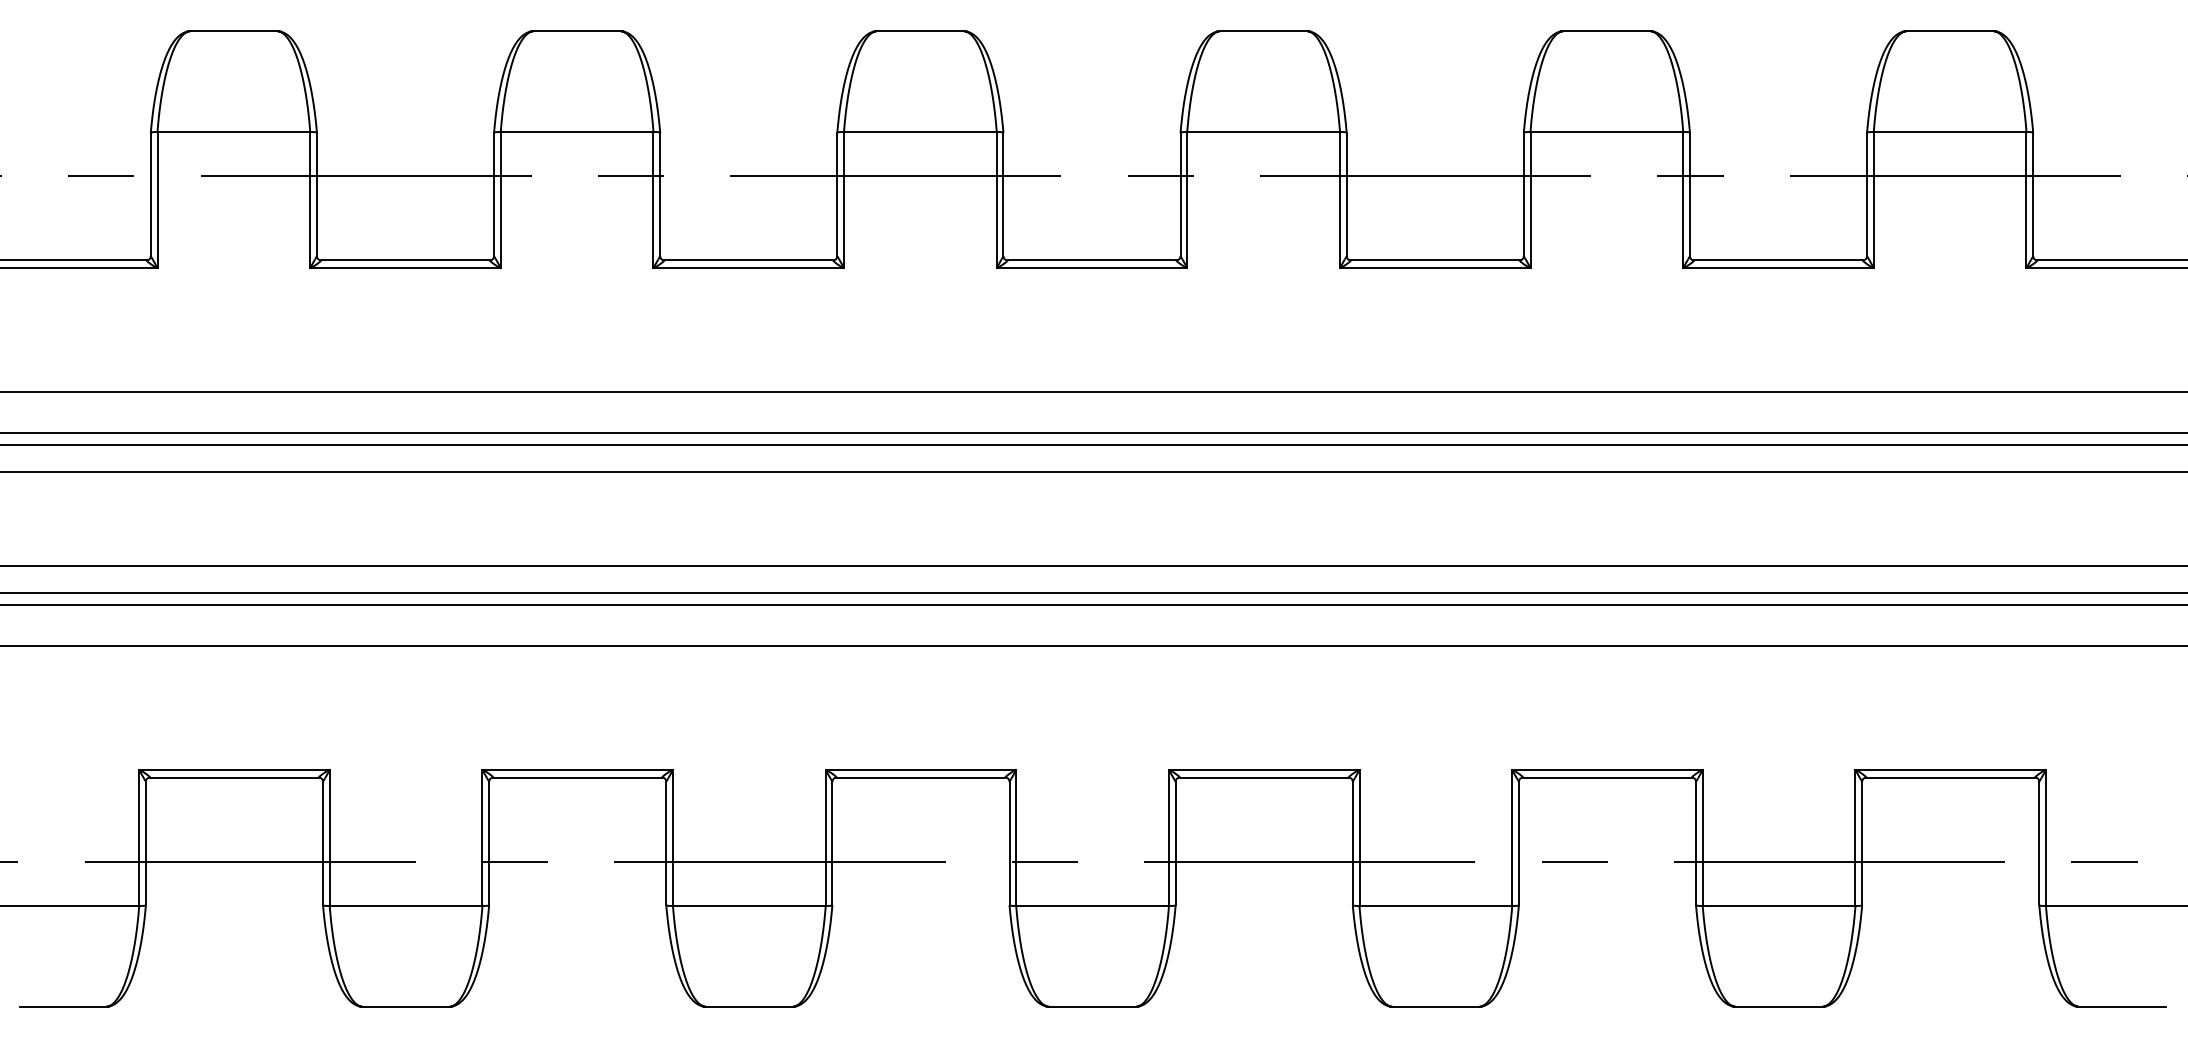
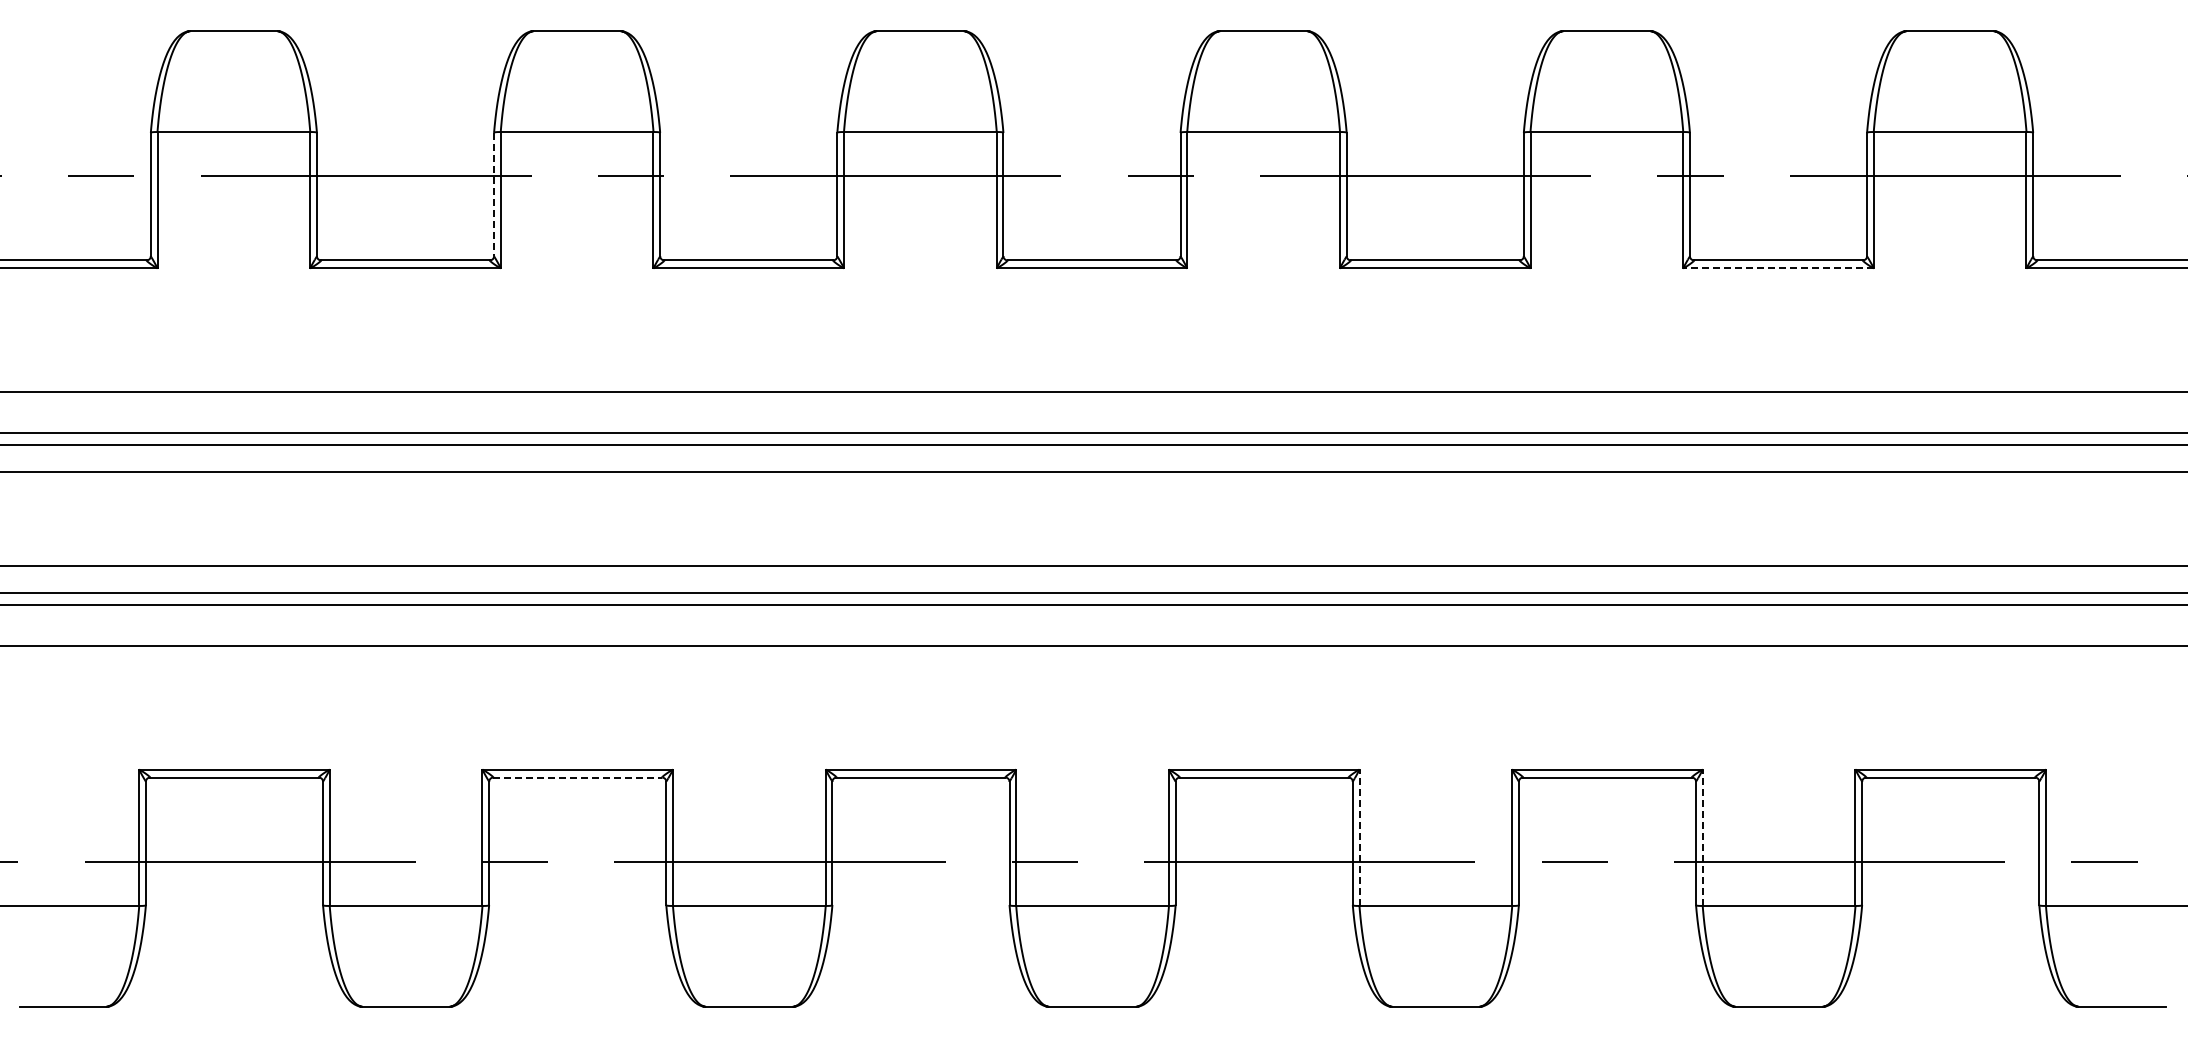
line at (494, 194): solid -> dashed
line at (1778, 268): solid -> dashed
line at (577, 777): solid -> dashed
line at (1359, 837): solid -> dashed
line at (1702, 837): solid -> dashed
